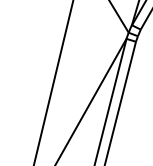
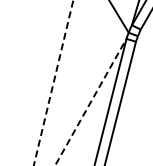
line at (53, 83): solid -> dashed
line at (91, 101): solid -> dashed
